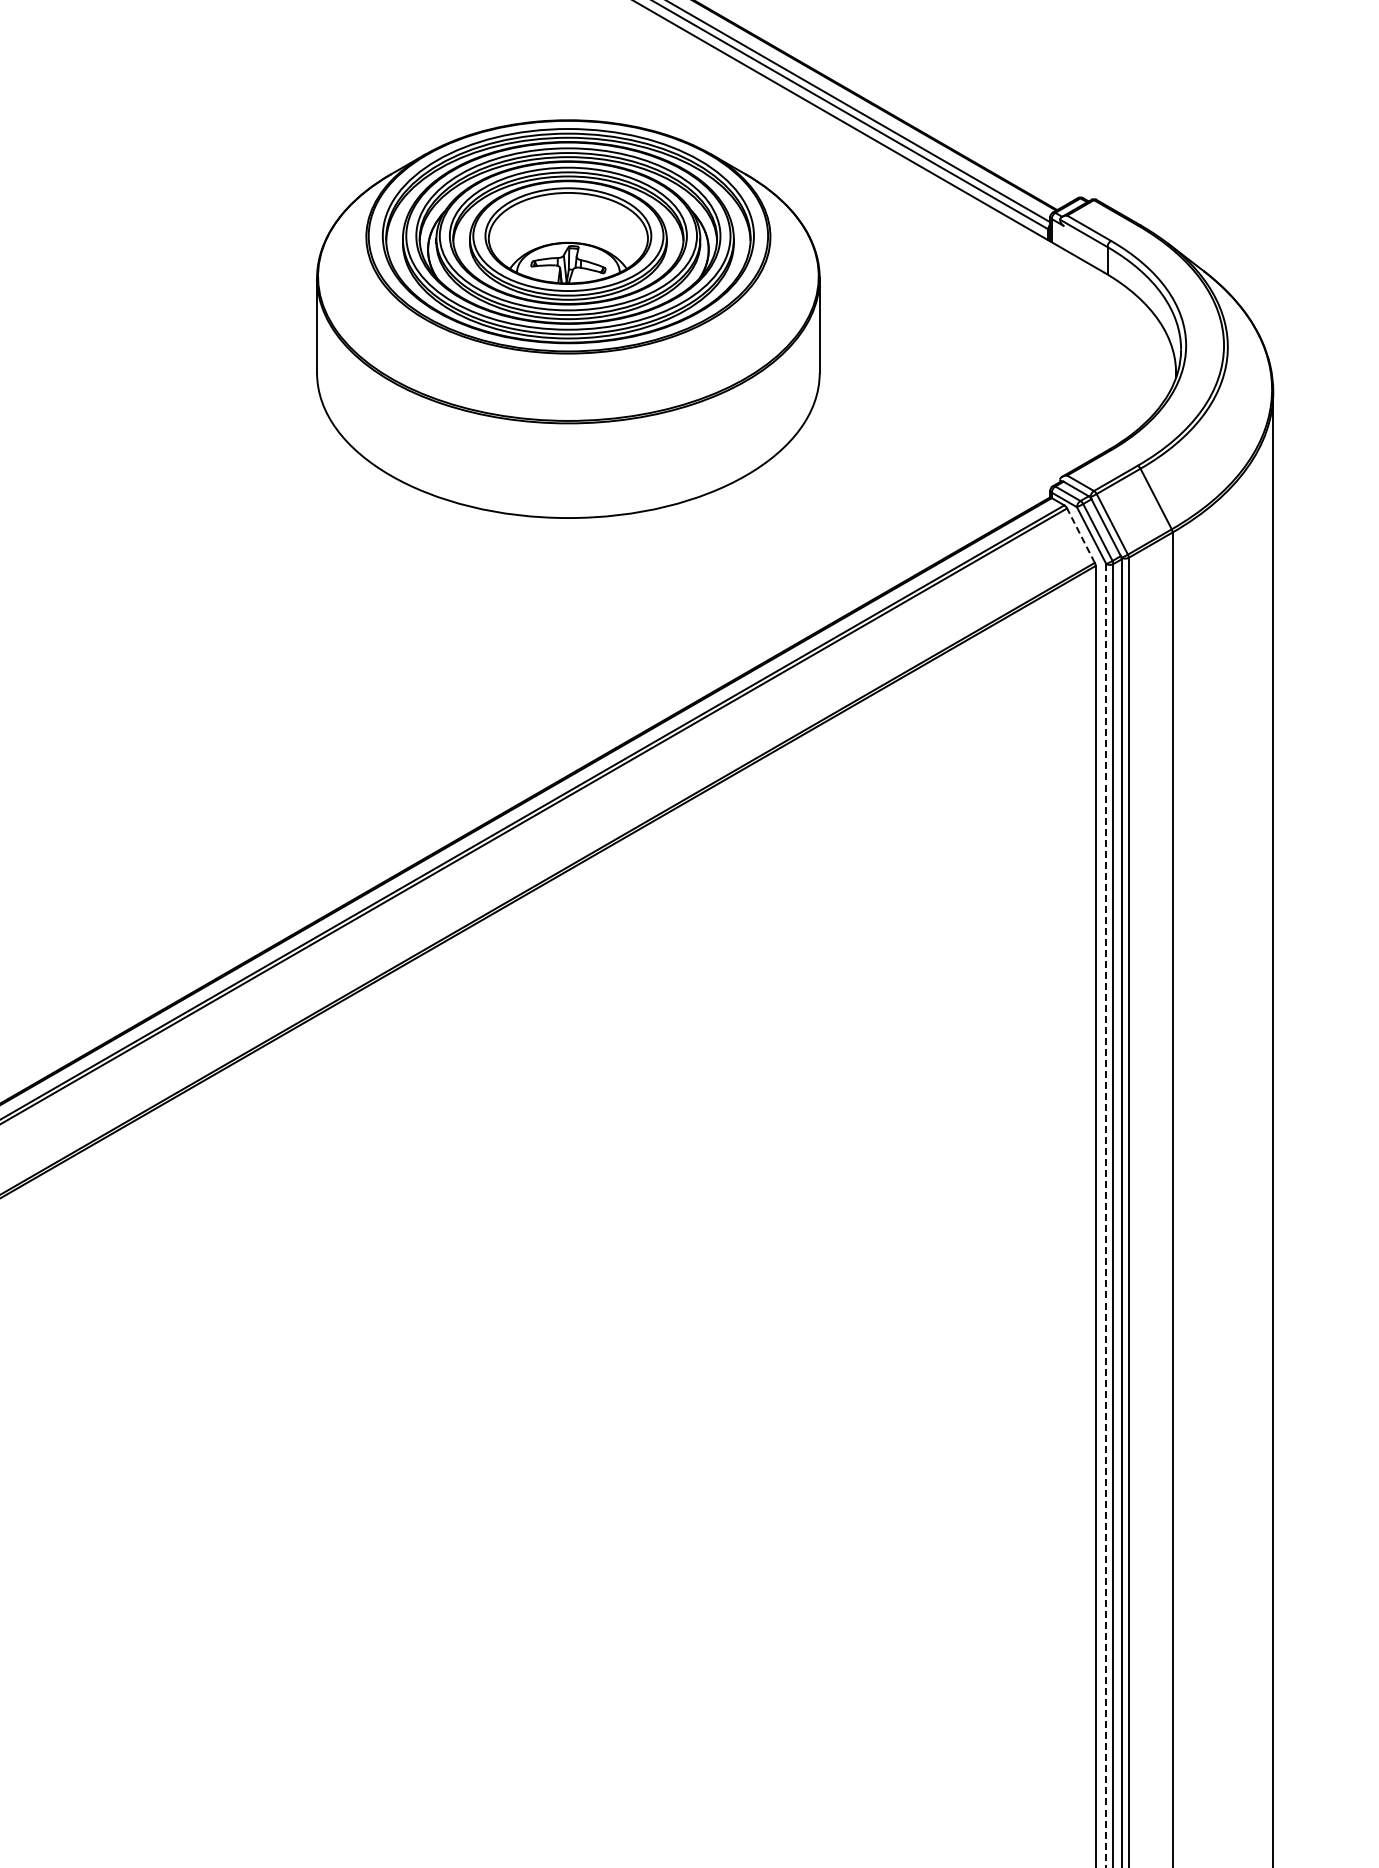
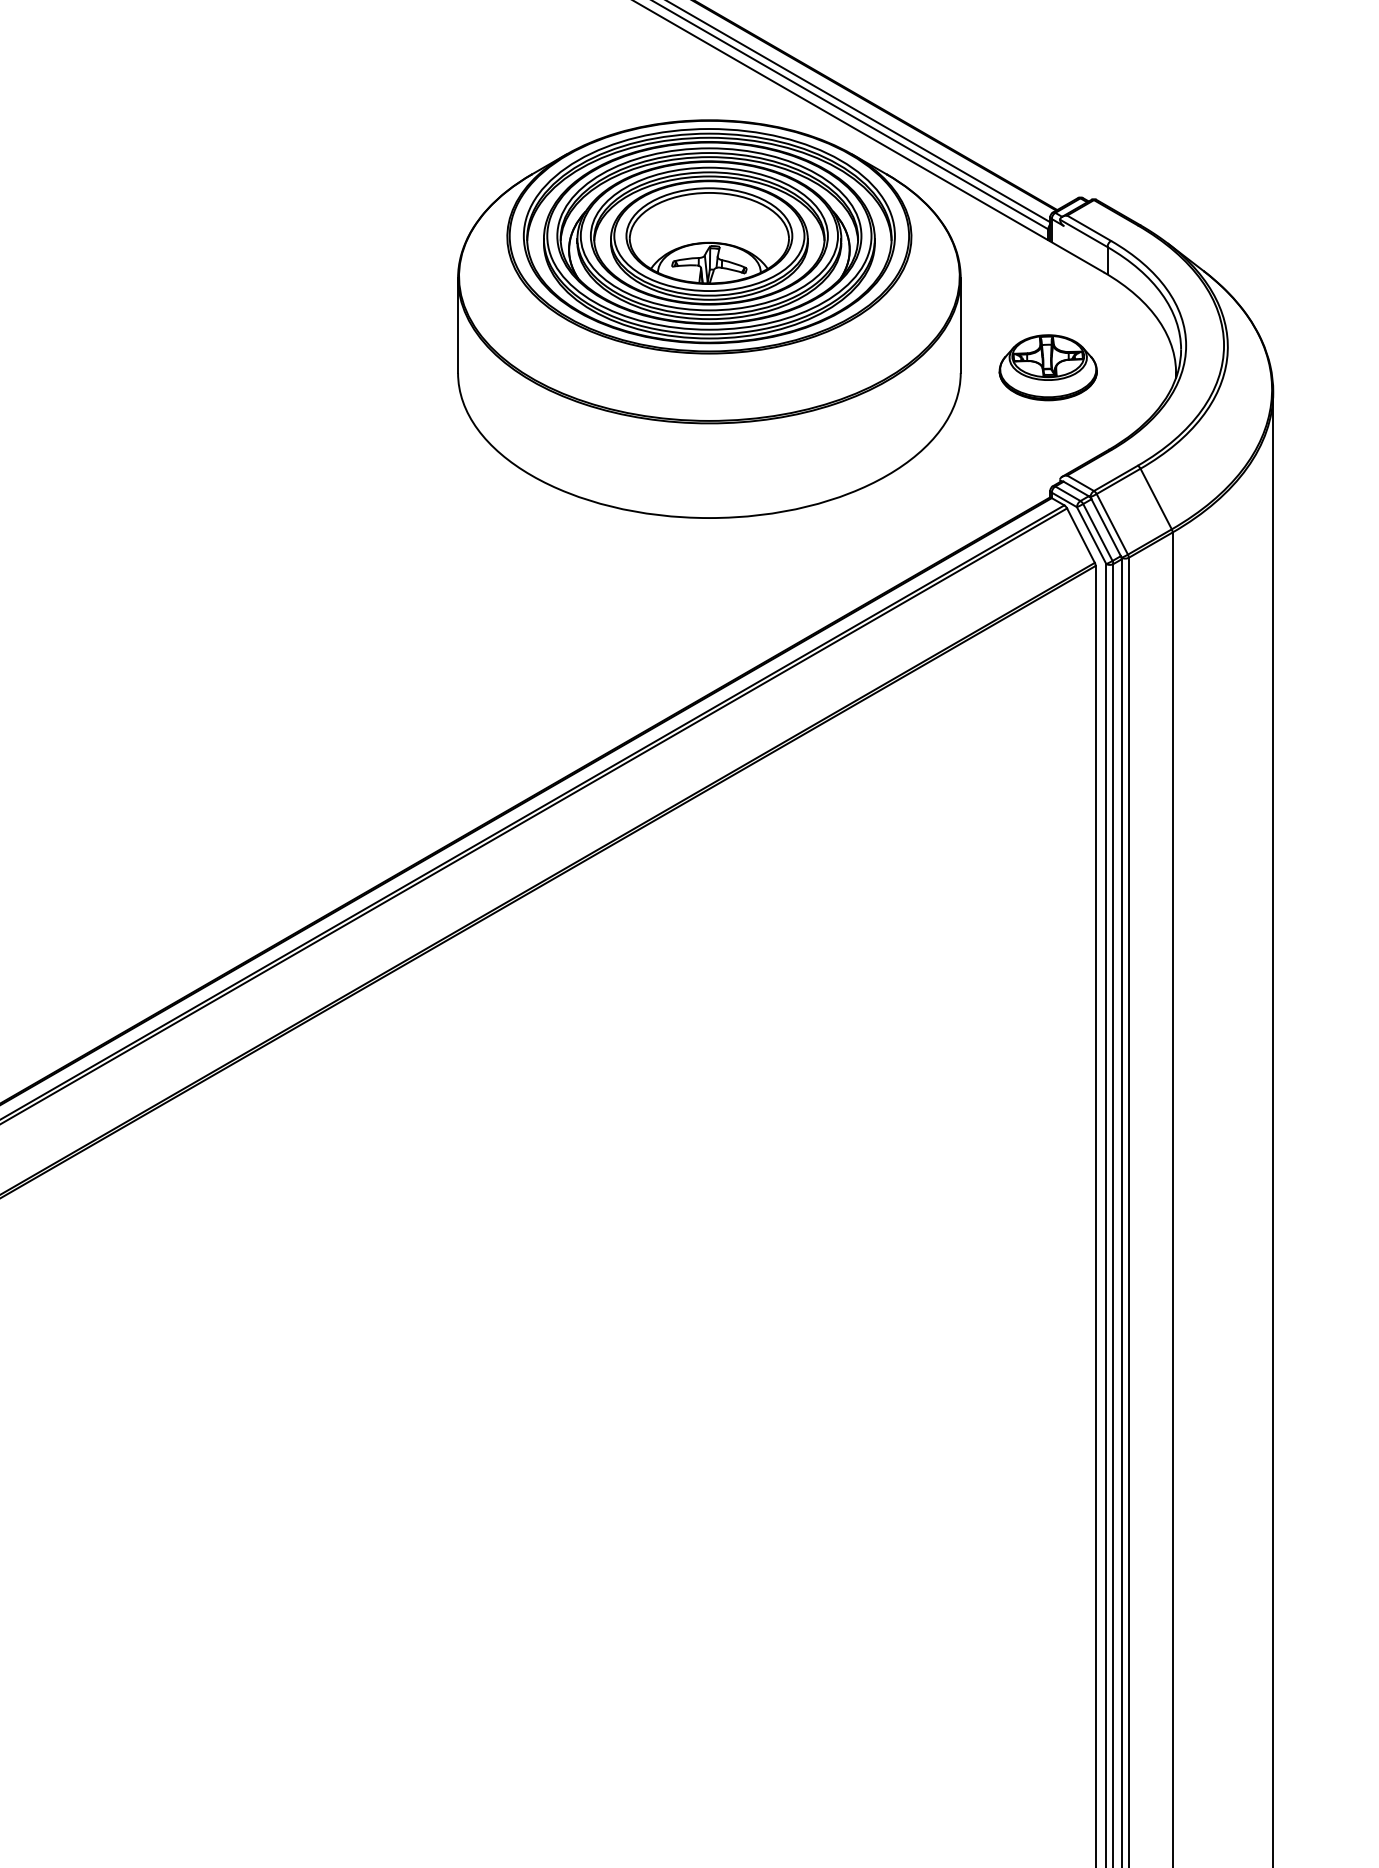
part at (568, 318) position: (568, 318) -> (709, 318)
part at (1047, 367): none -> present
line at (1080, 535): dashed -> solid
line at (1106, 1215): dashed -> solid
